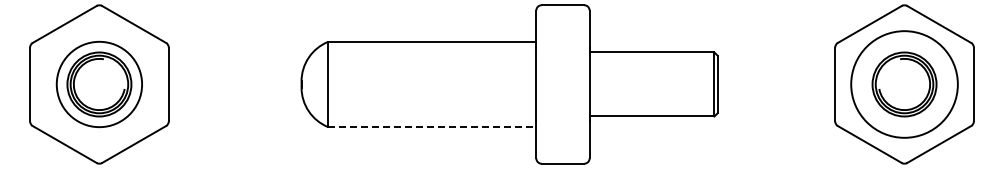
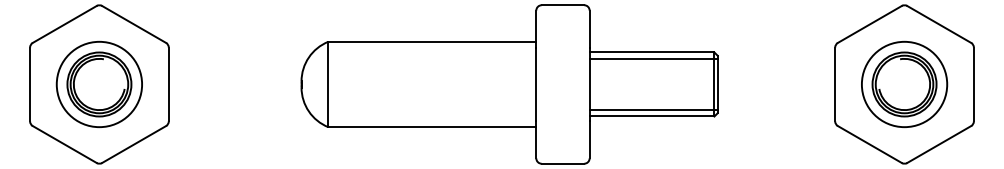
line at (653, 58): none -> present
circle at (904, 84) diameter: 107 px -> 85 px
line at (653, 110): none -> present
line at (432, 127): dashed -> solid
